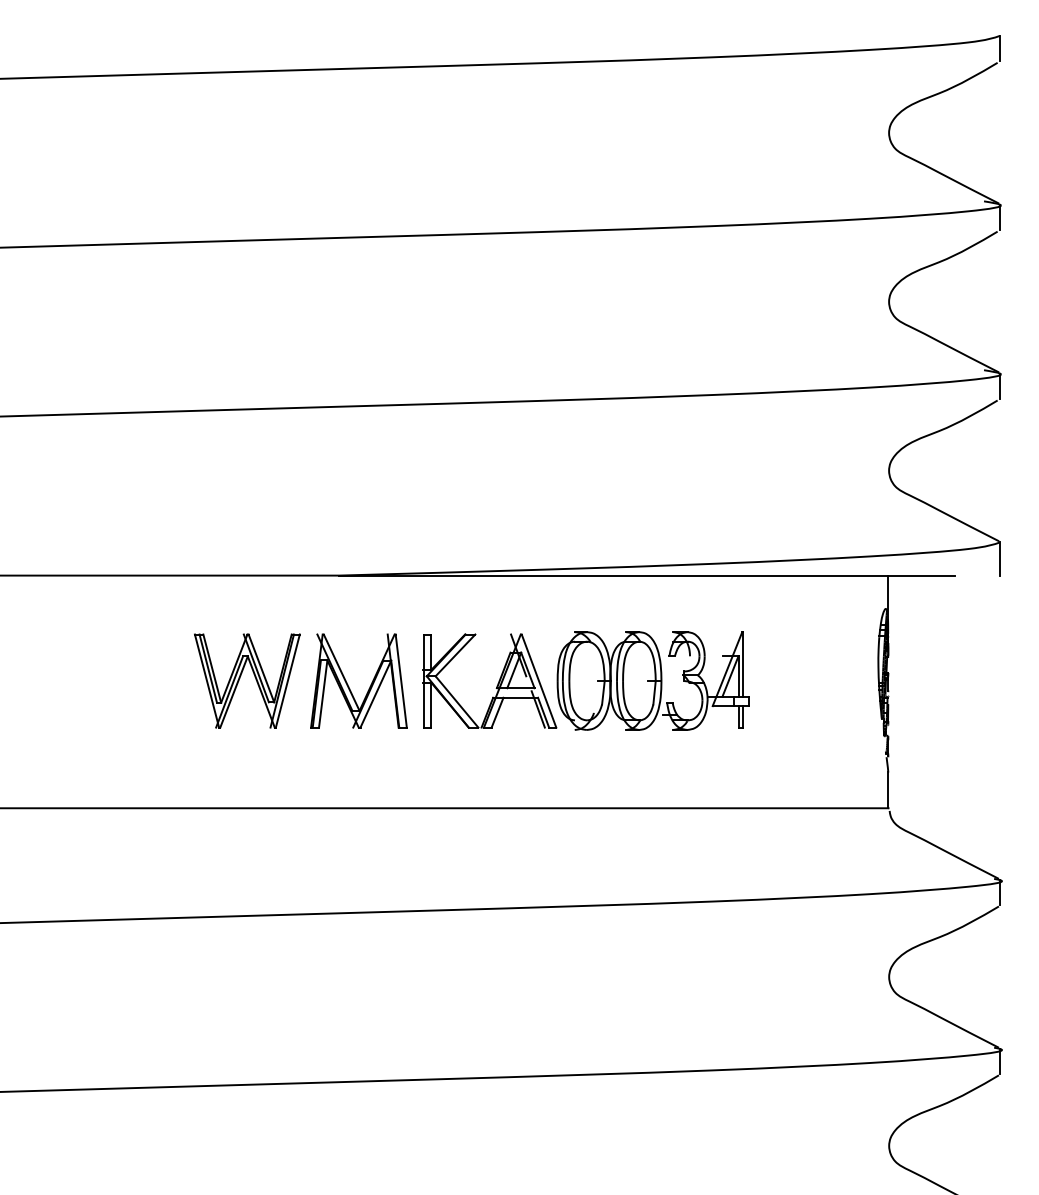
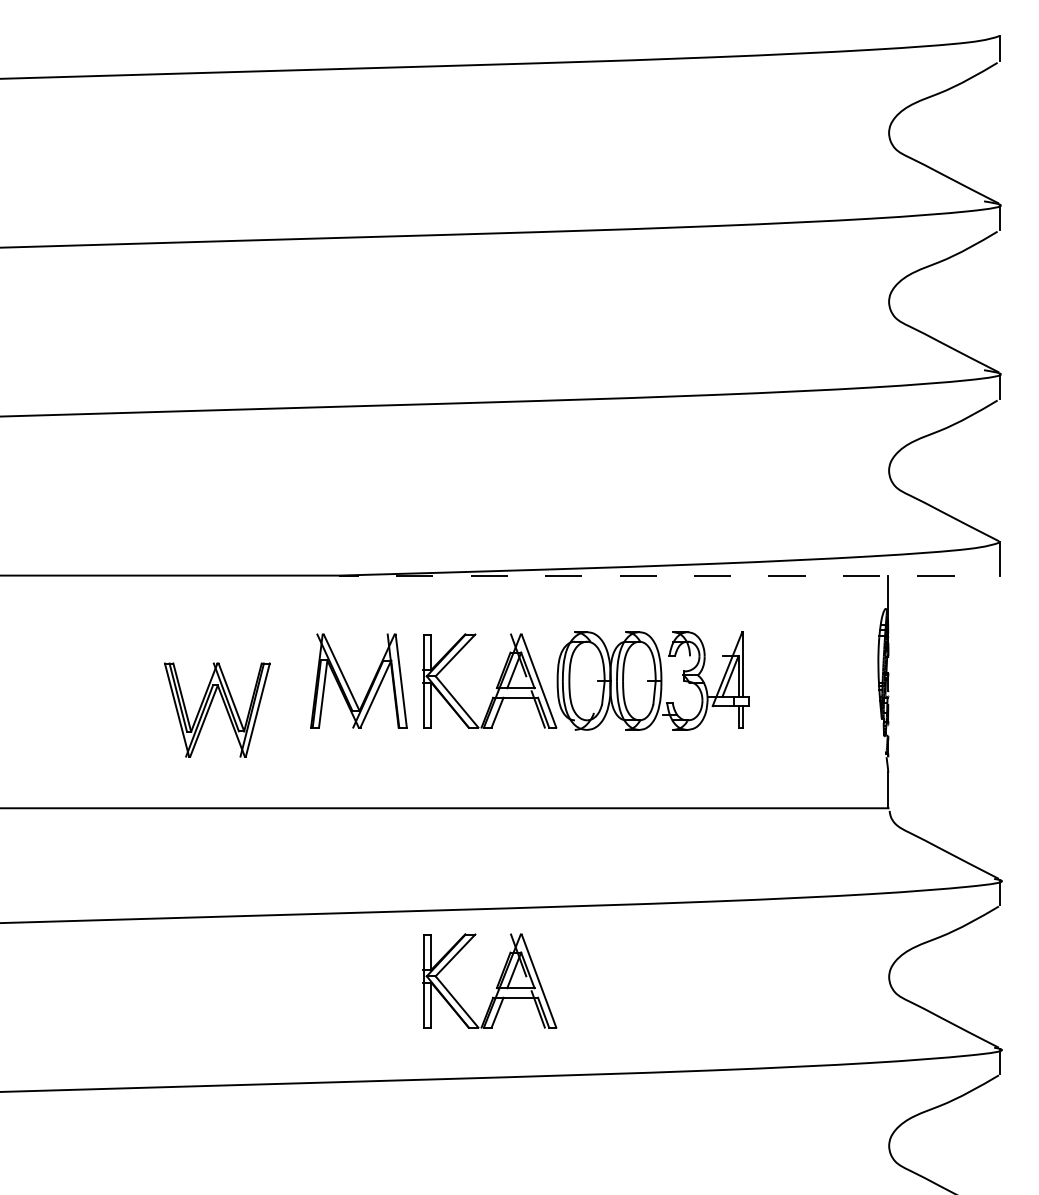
line at (646, 575): solid -> dashed
part at (240, 678) position: (240, 678) -> (210, 707)
part at (497, 983): none -> present
